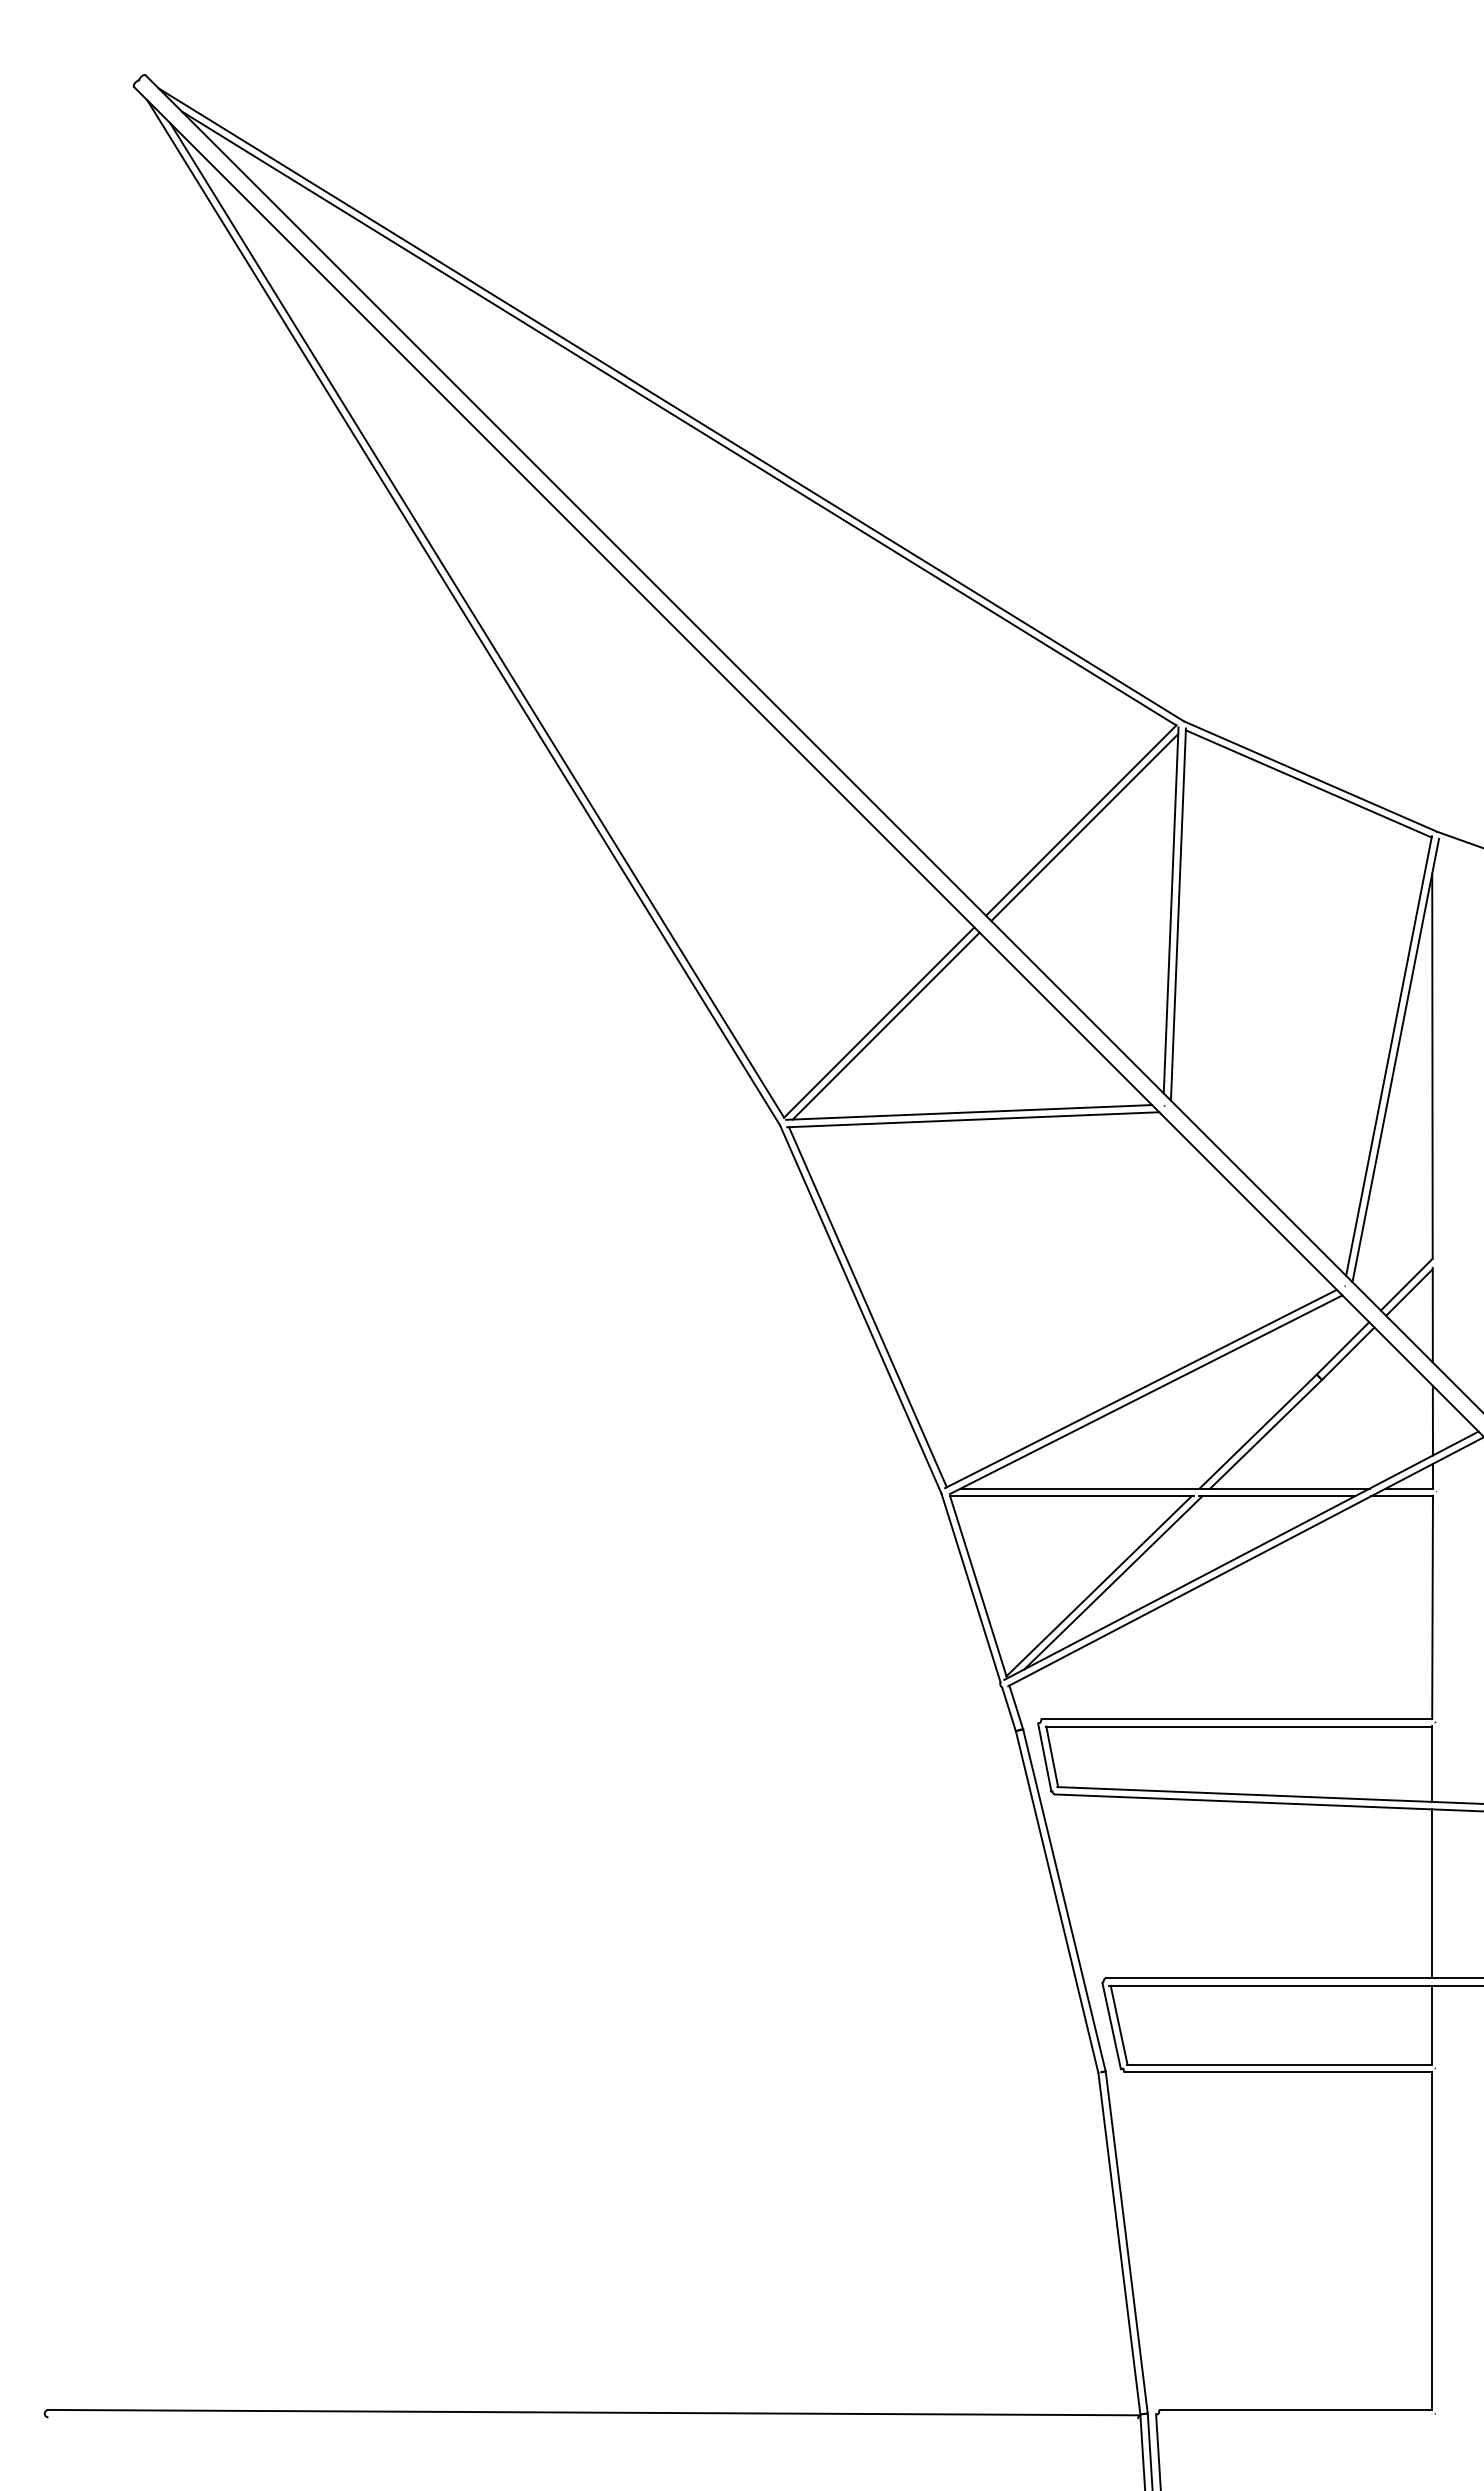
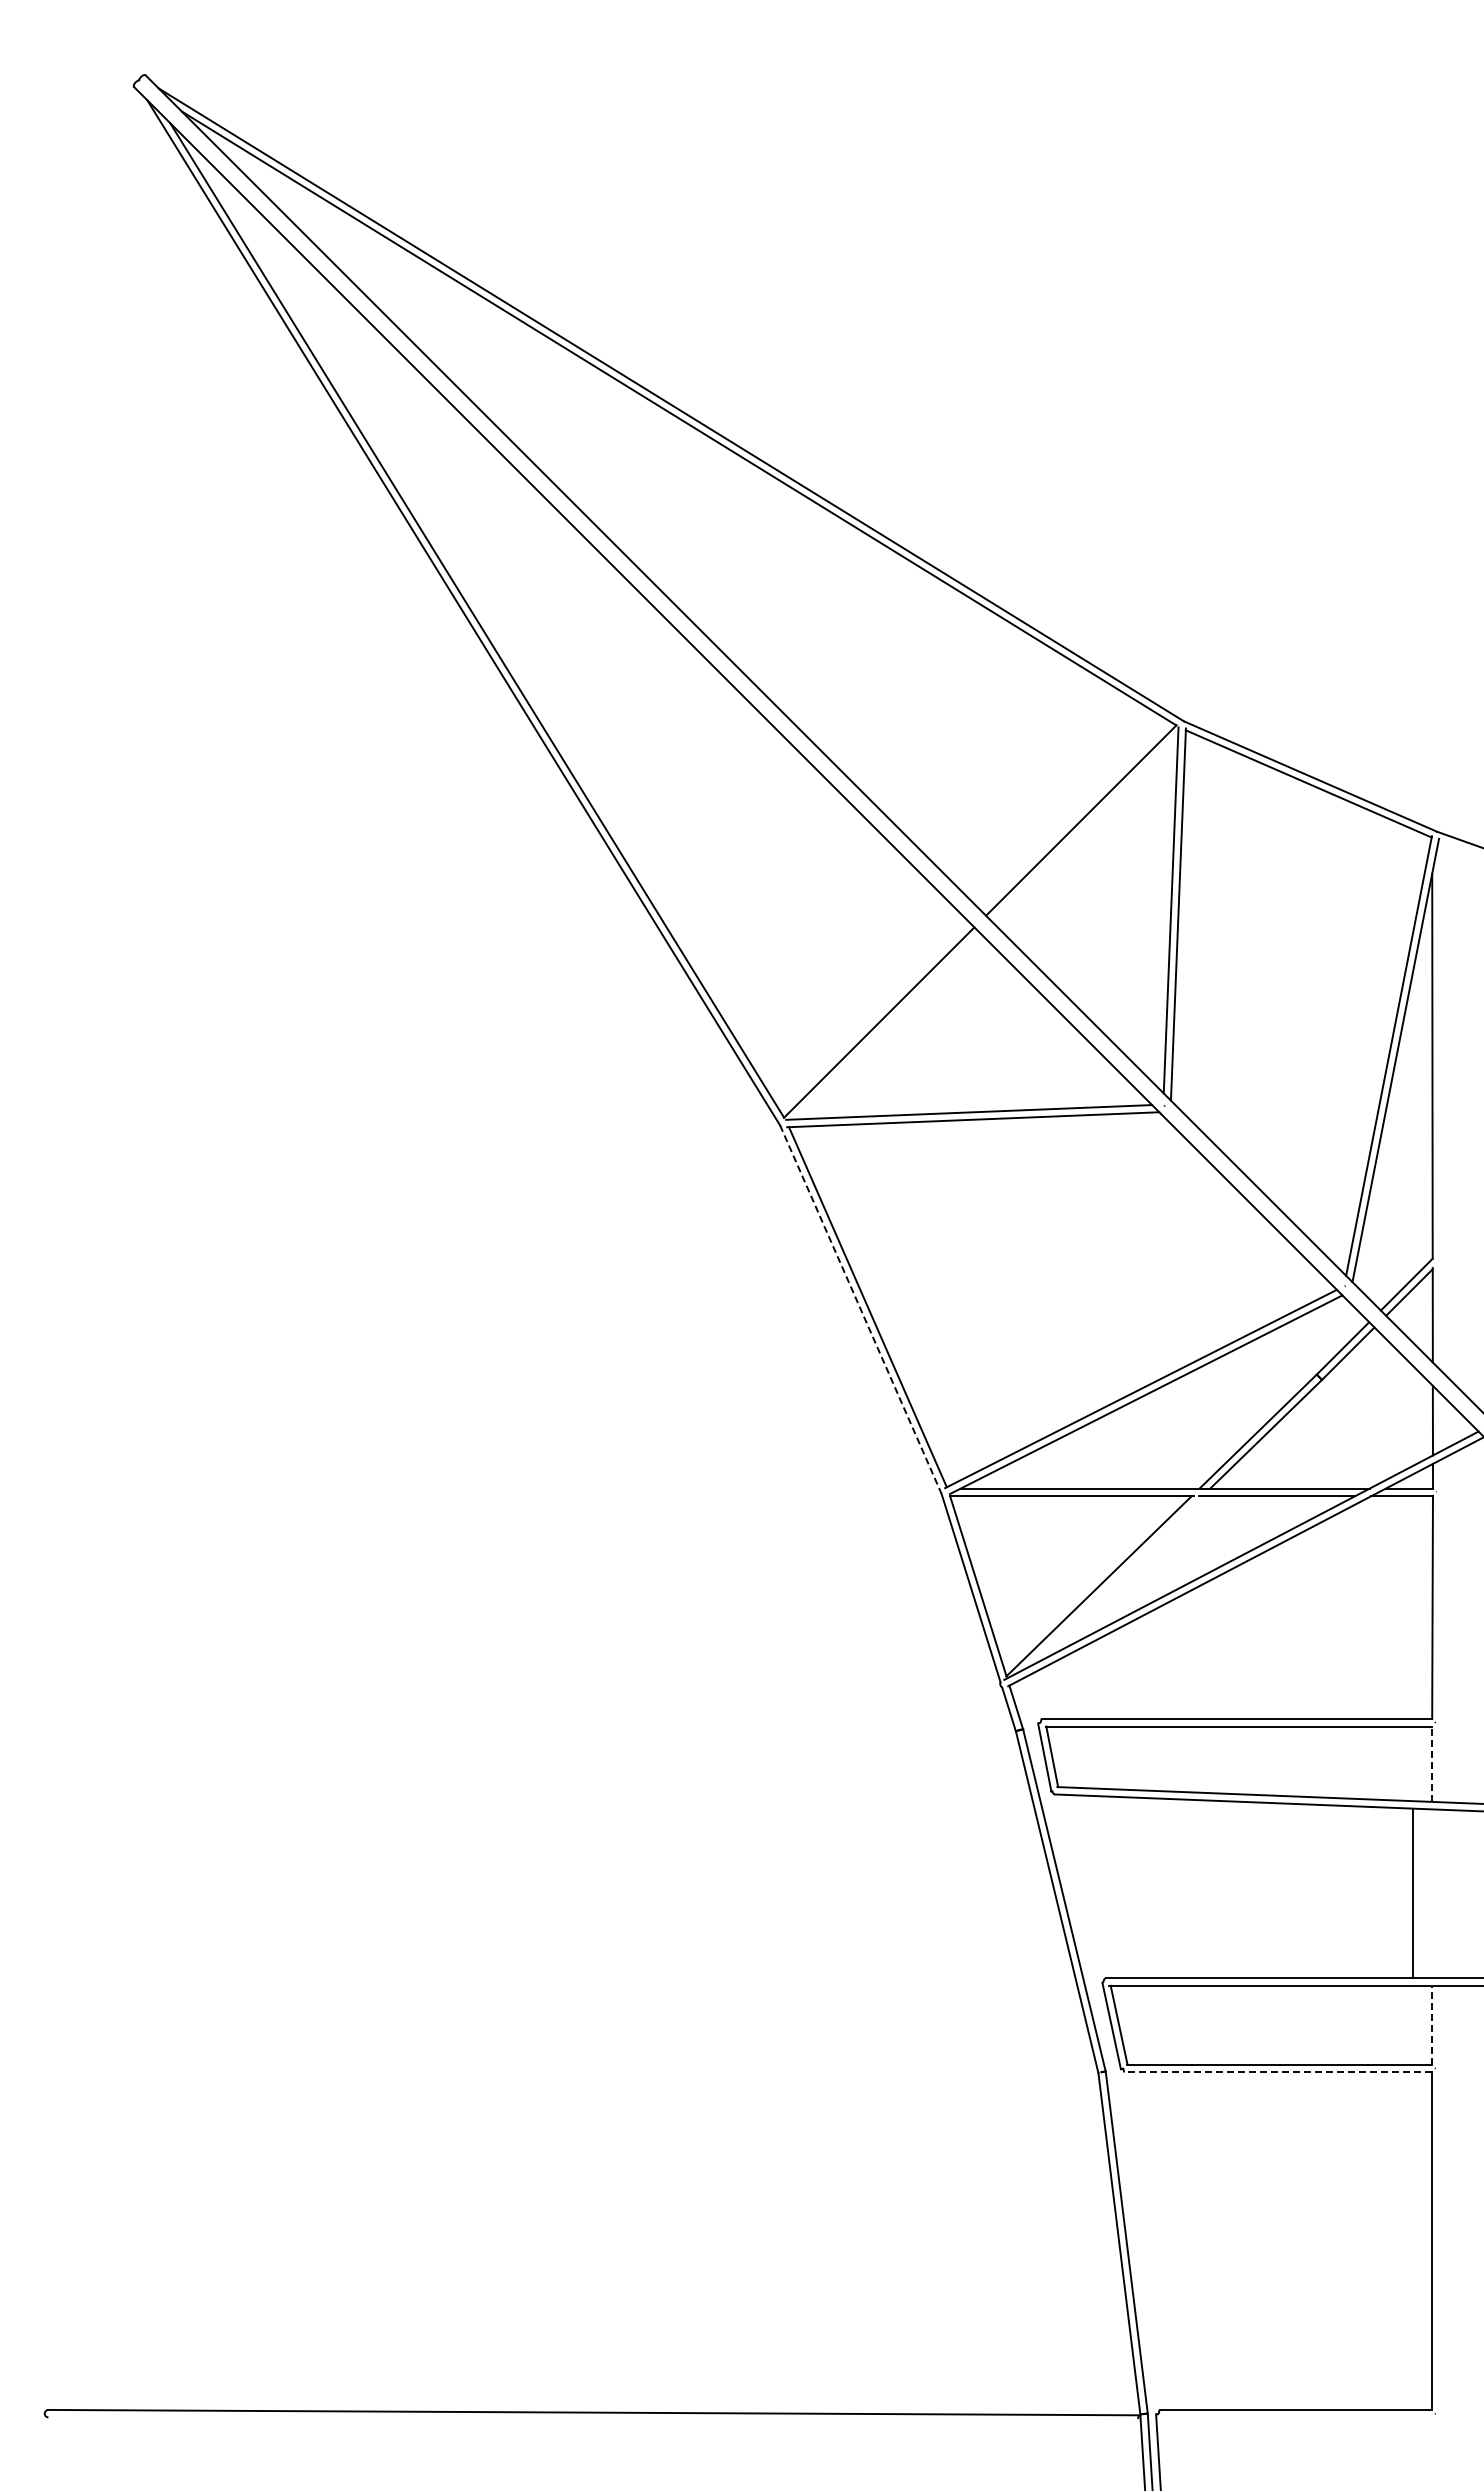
line at (1084, 827): present -> none
line at (885, 1025): present -> none
line at (861, 1309): solid -> dashed
line at (1113, 1582): present -> none
line at (1432, 1764): solid -> dashed
line at (1432, 1893) position: (1432, 1893) -> (1413, 1893)
line at (1432, 2024): solid -> dashed
line at (1278, 2072): solid -> dashed
